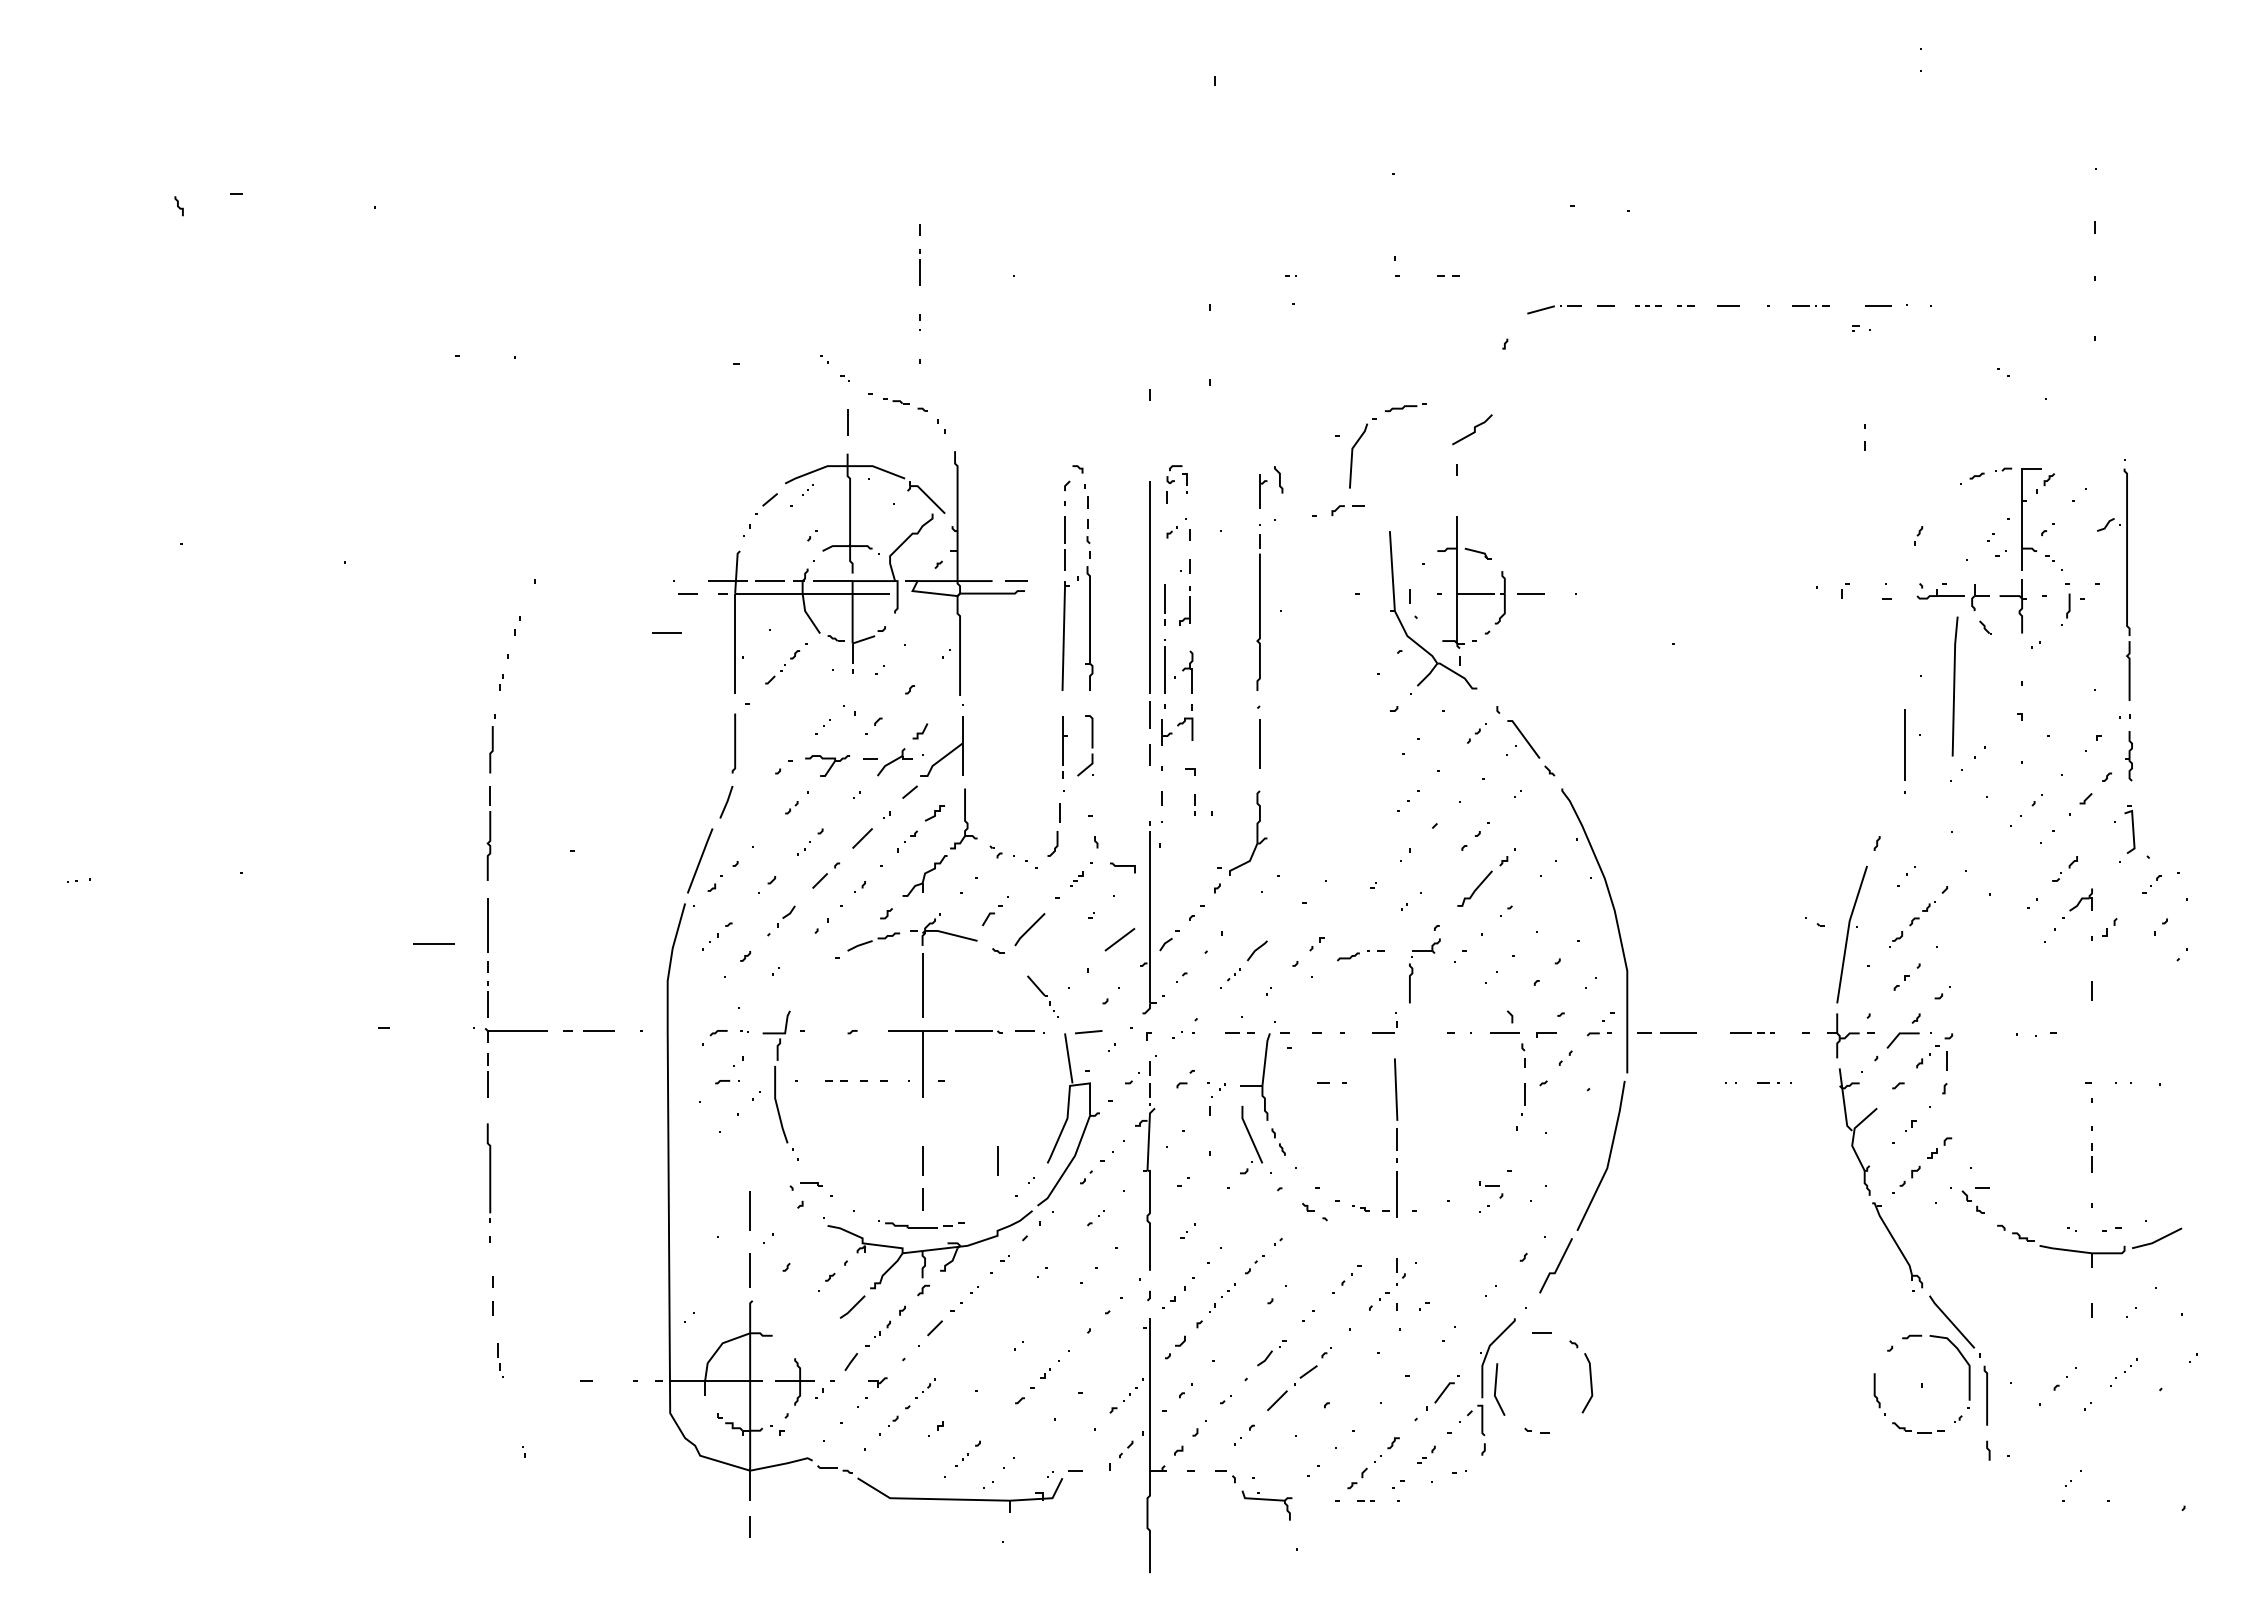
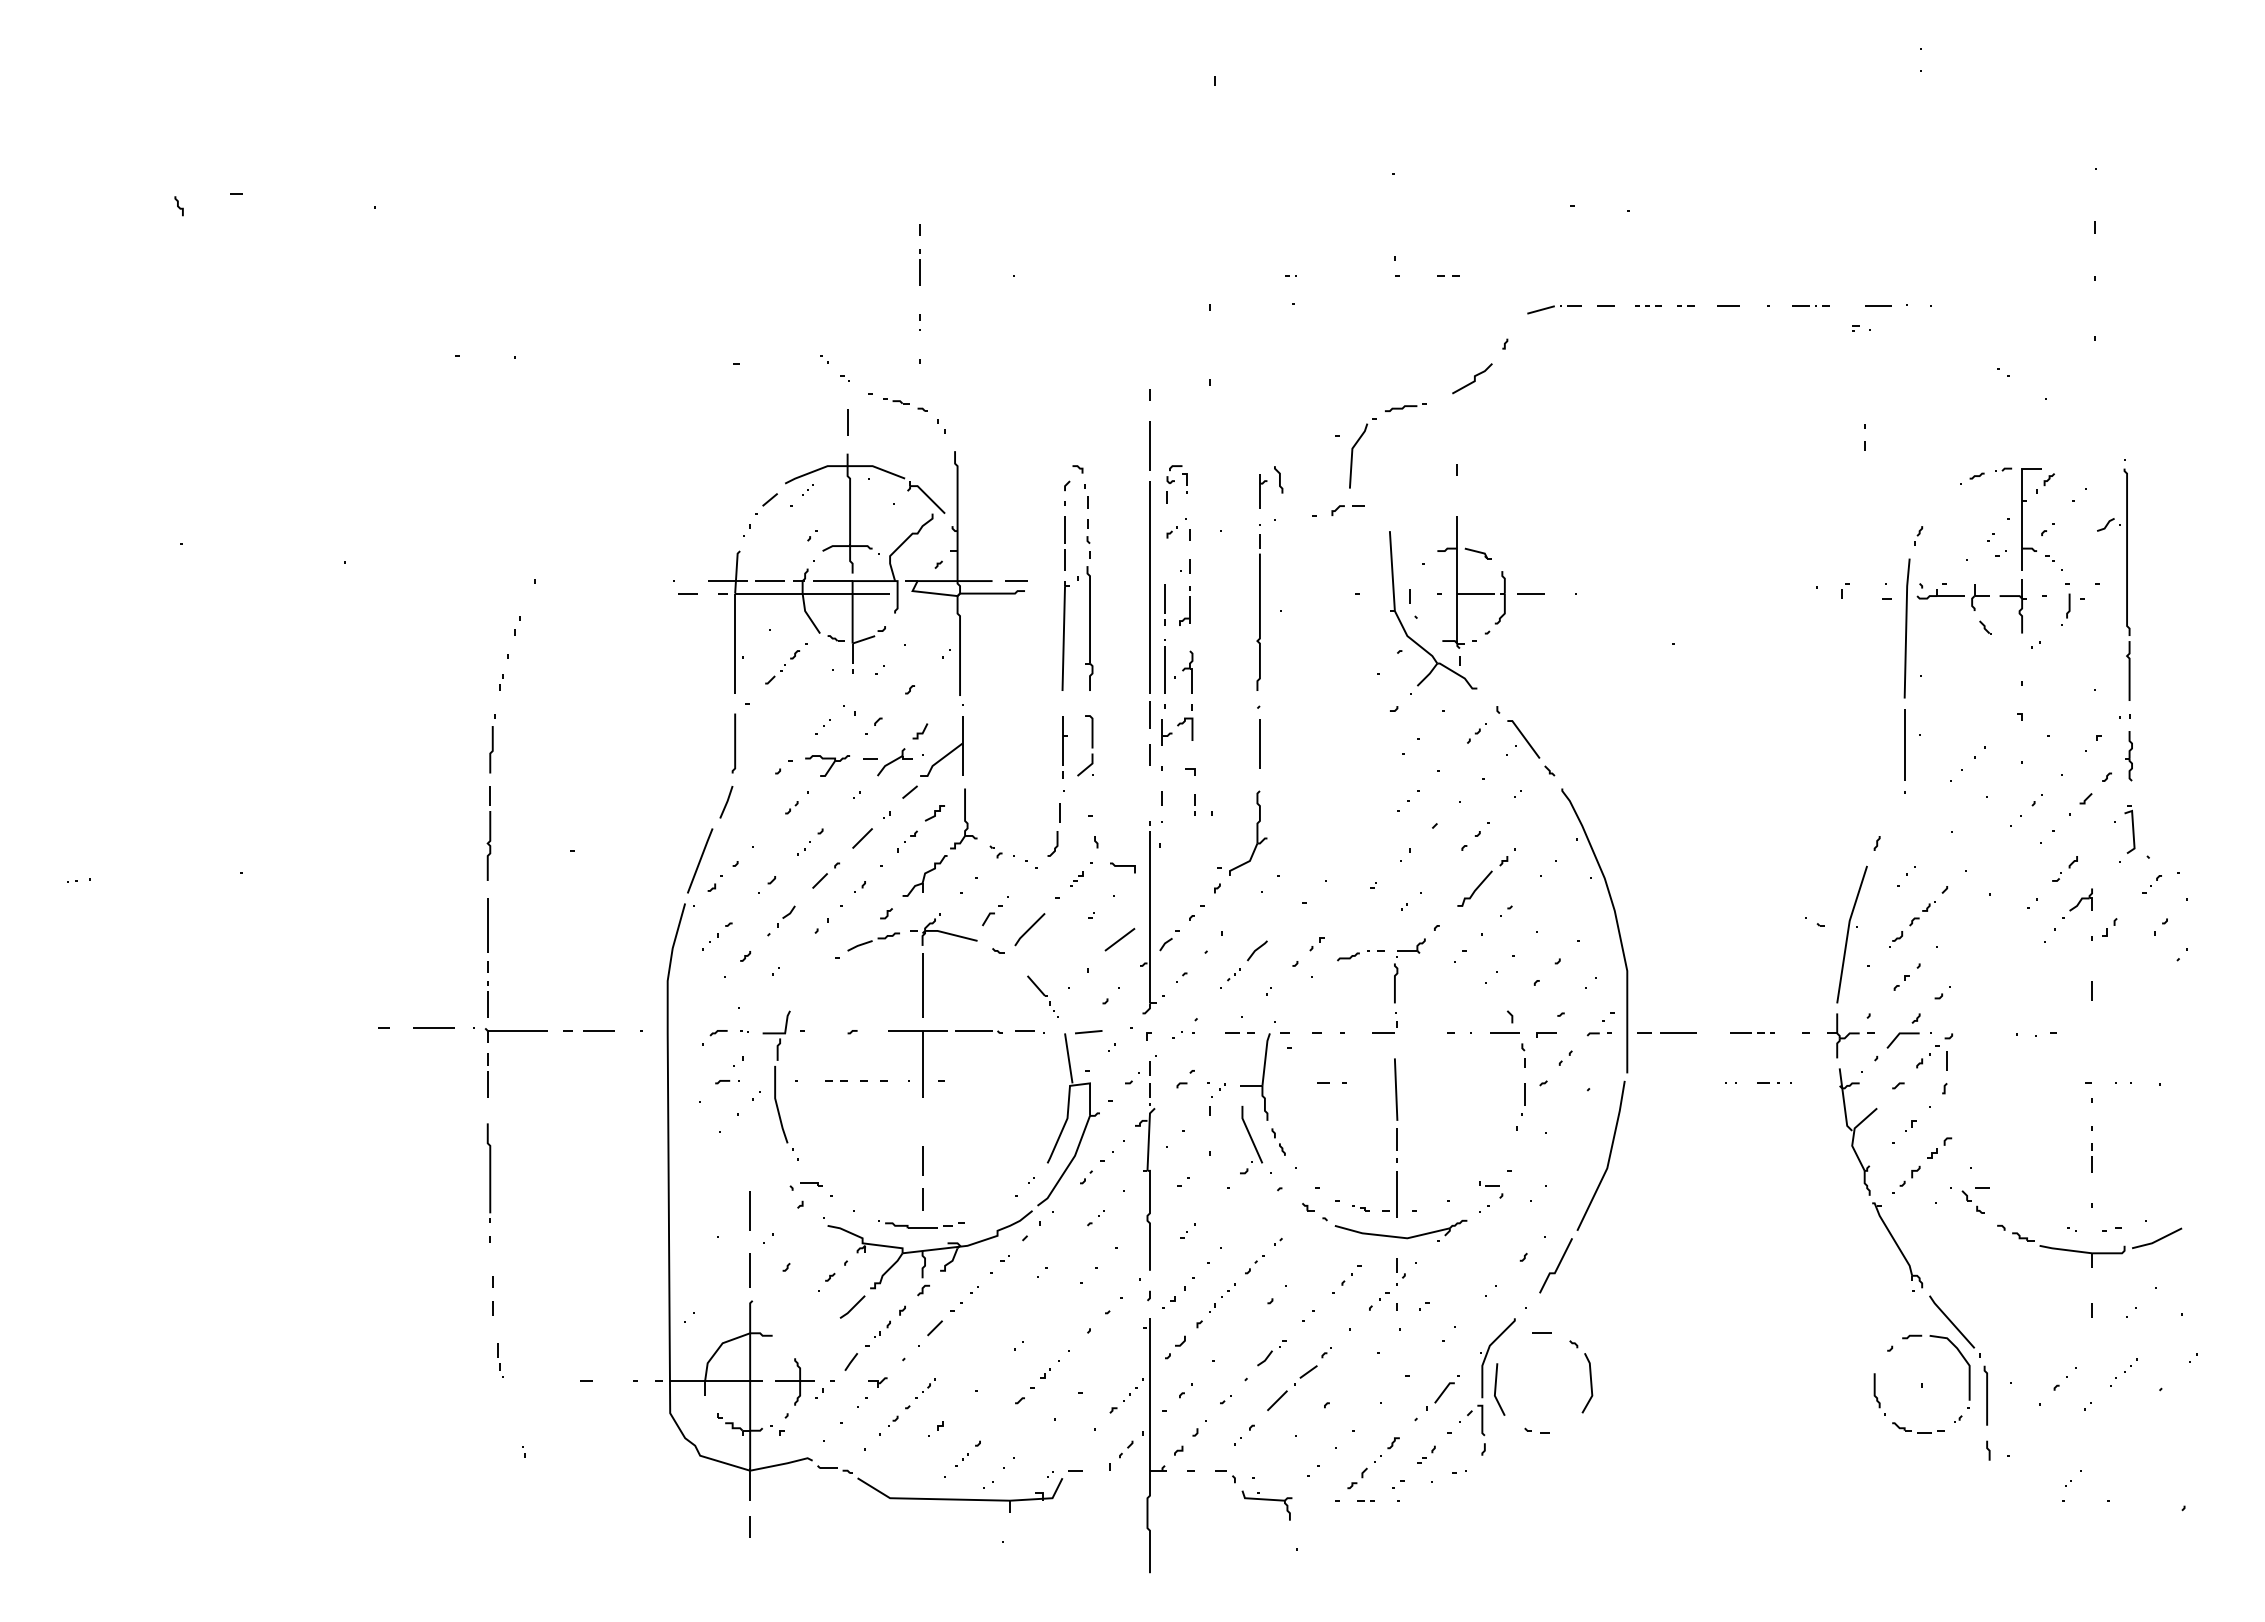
line at (1474, 429) position: (1474, 429) -> (1474, 378)
line at (1149, 445): none -> present
line at (666, 632): present -> none
line at (1954, 686) position: (1954, 686) -> (1906, 628)
line at (433, 943) position: (433, 943) -> (433, 1027)
part at (1413, 970) position: (1413, 970) -> (1398, 970)
line at (997, 1160): present -> none
part at (1400, 1230): none -> present
